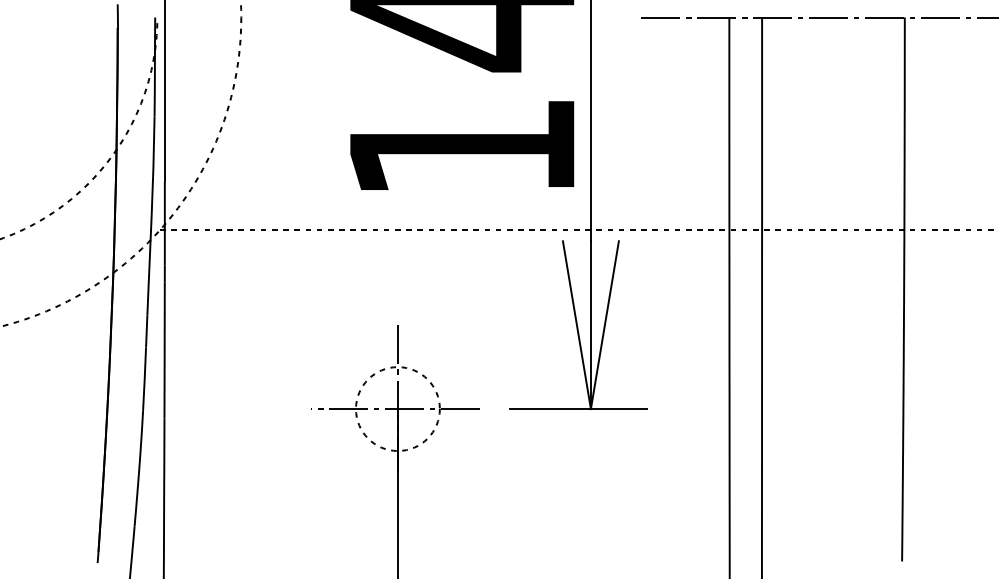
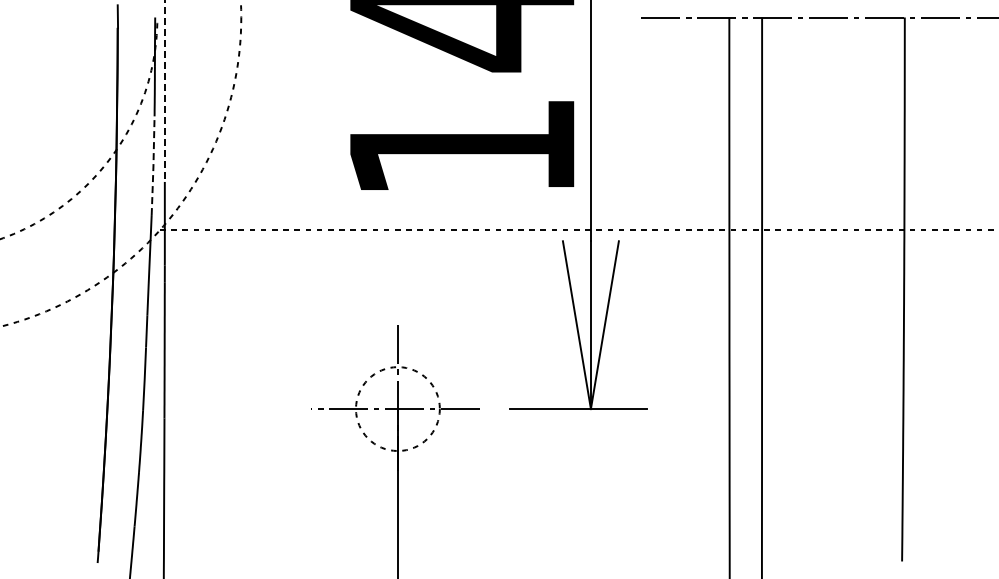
line at (164, 91): solid -> dashed
line at (153, 166): solid -> dashed
